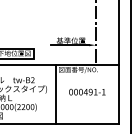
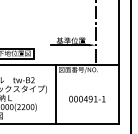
text at (87, 91) position: (87, 91) -> (87, 98)
